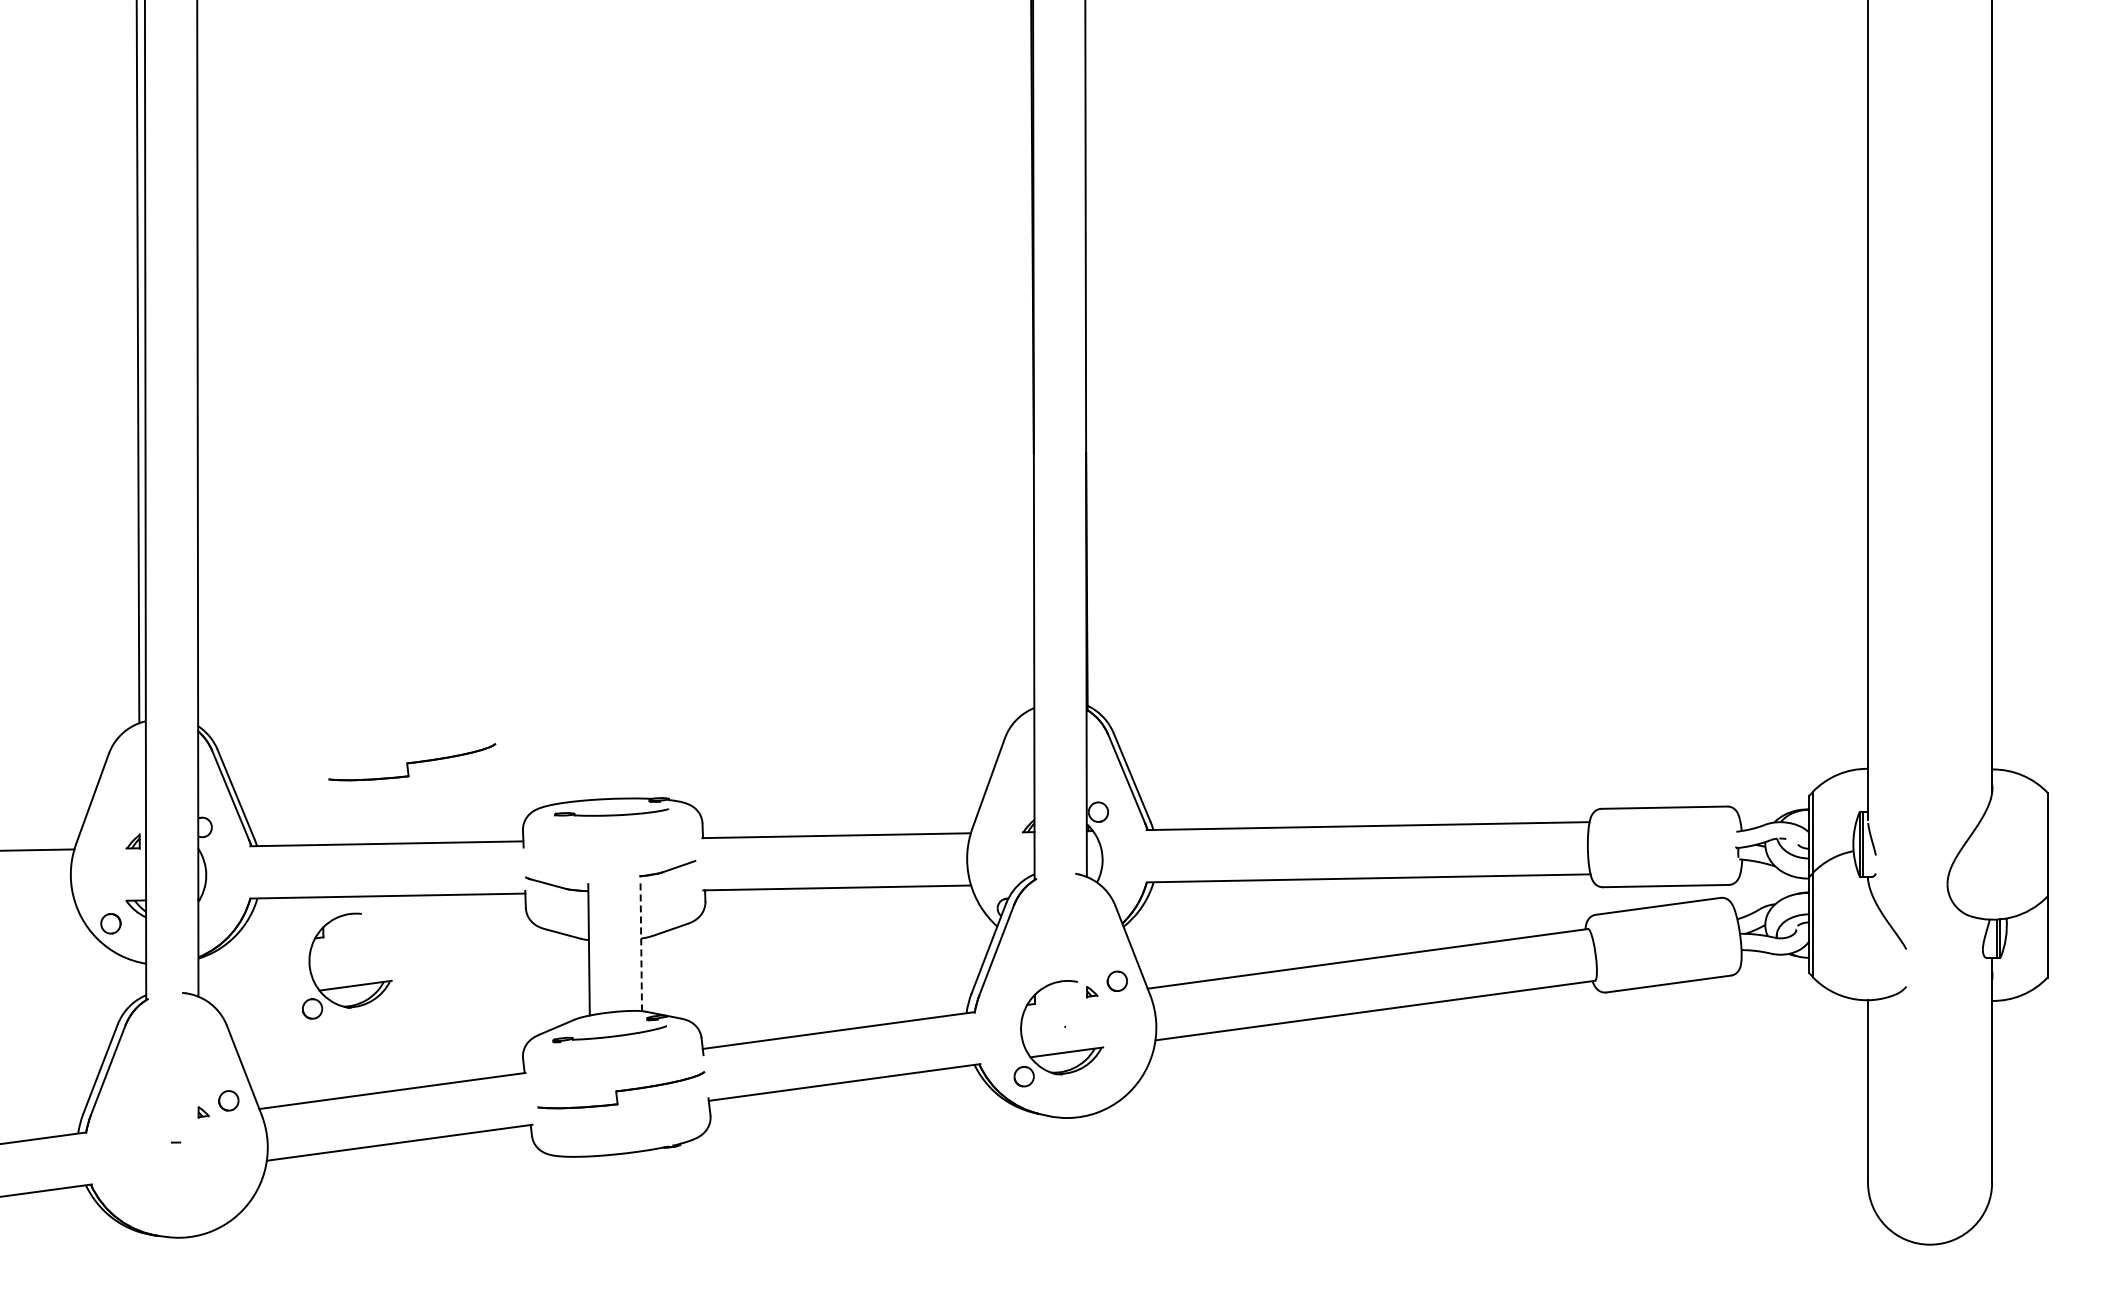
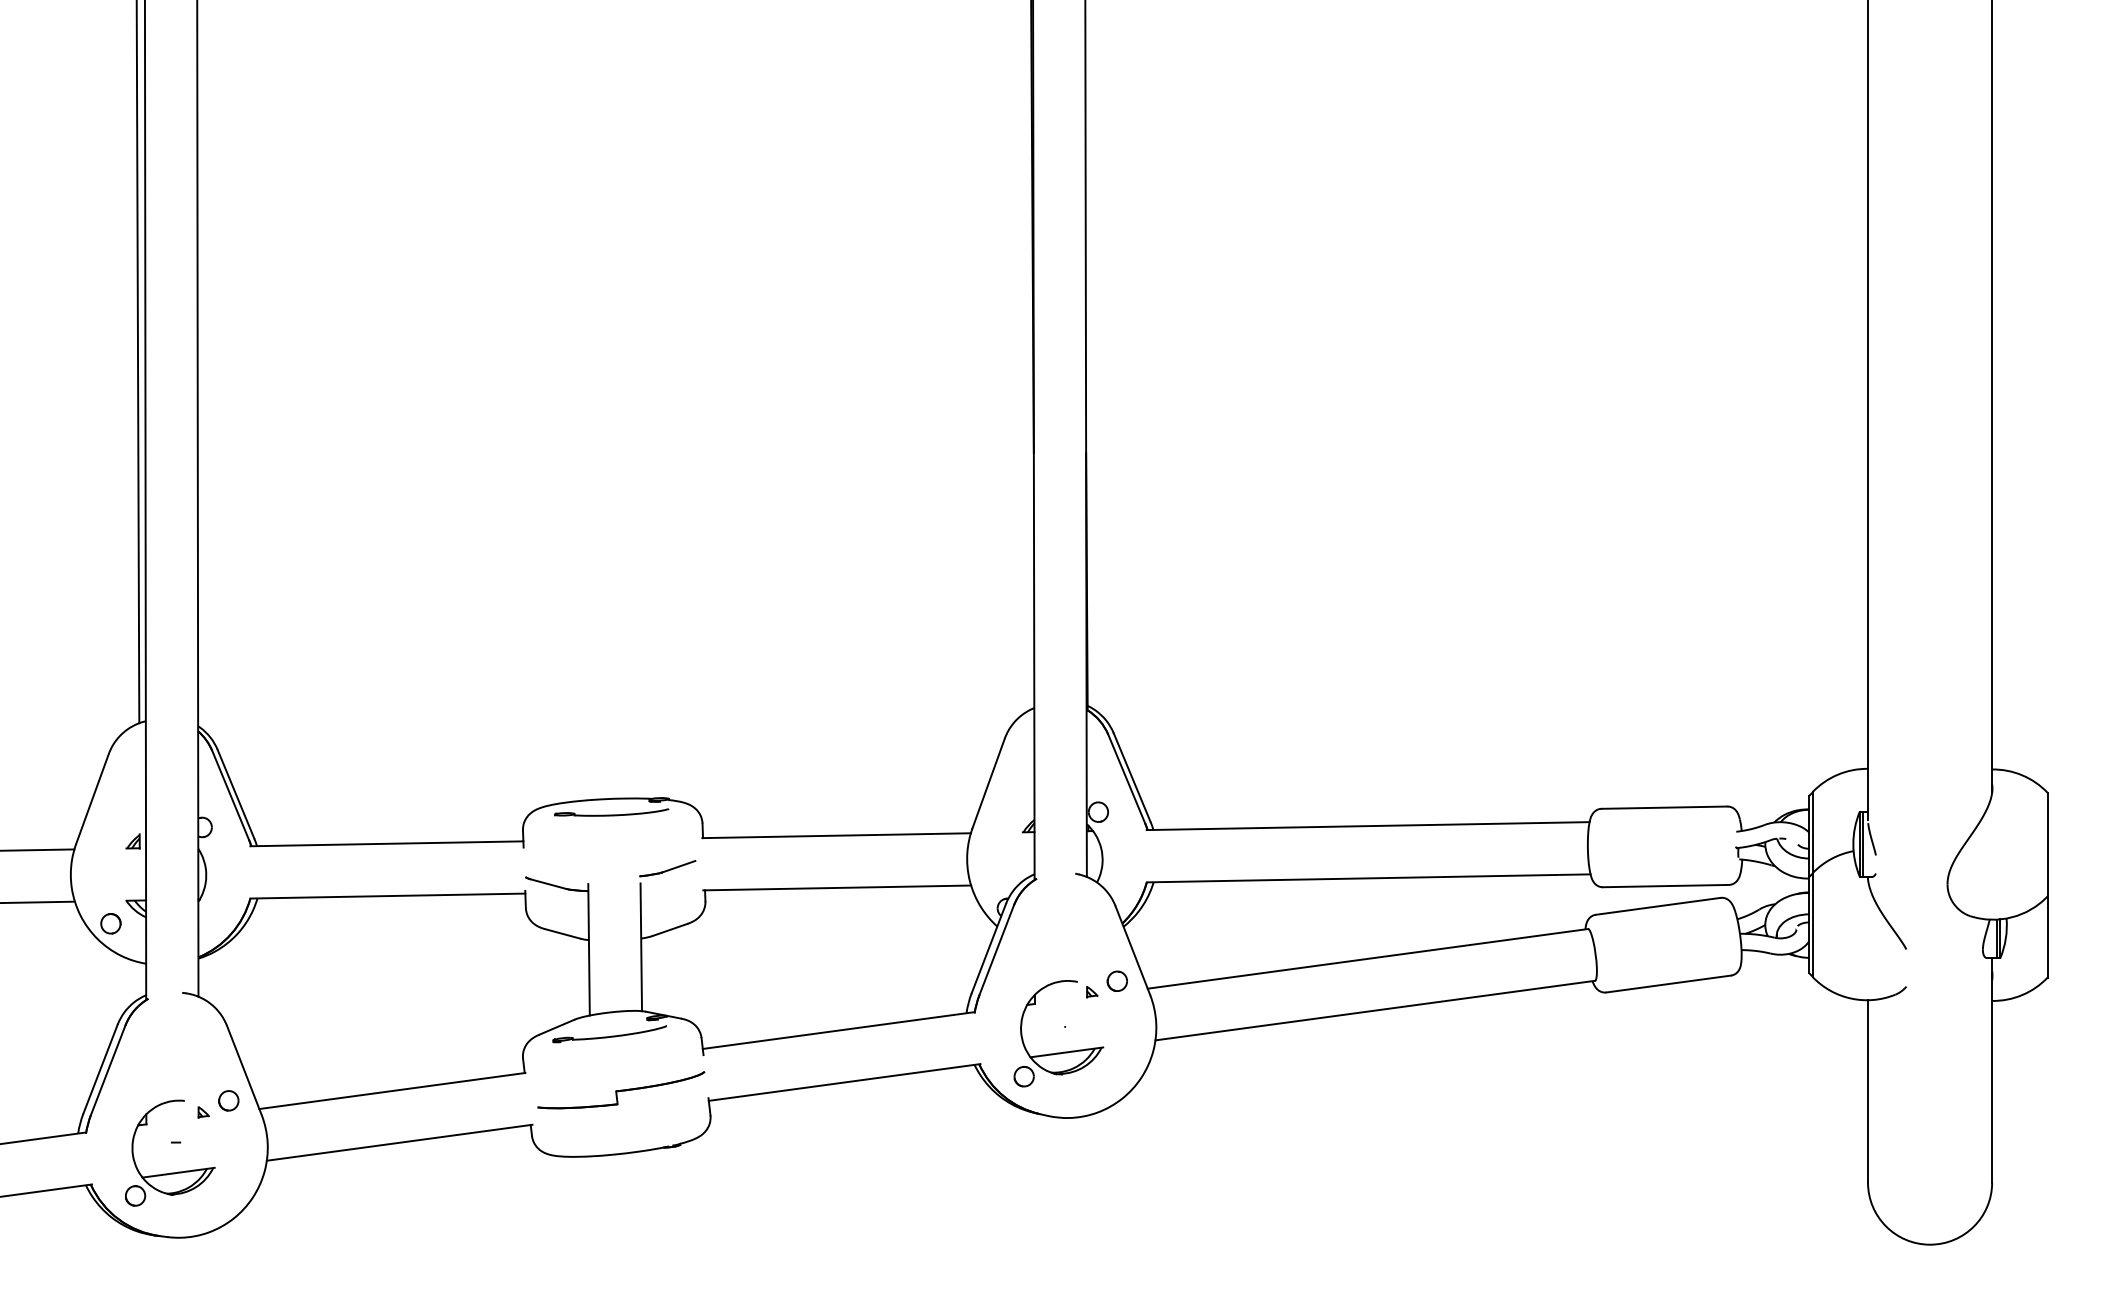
part at (412, 762): present -> none
line at (38, 902): none -> present
line at (641, 947): dashed -> solid
part at (347, 985) position: (347, 985) -> (170, 1172)
